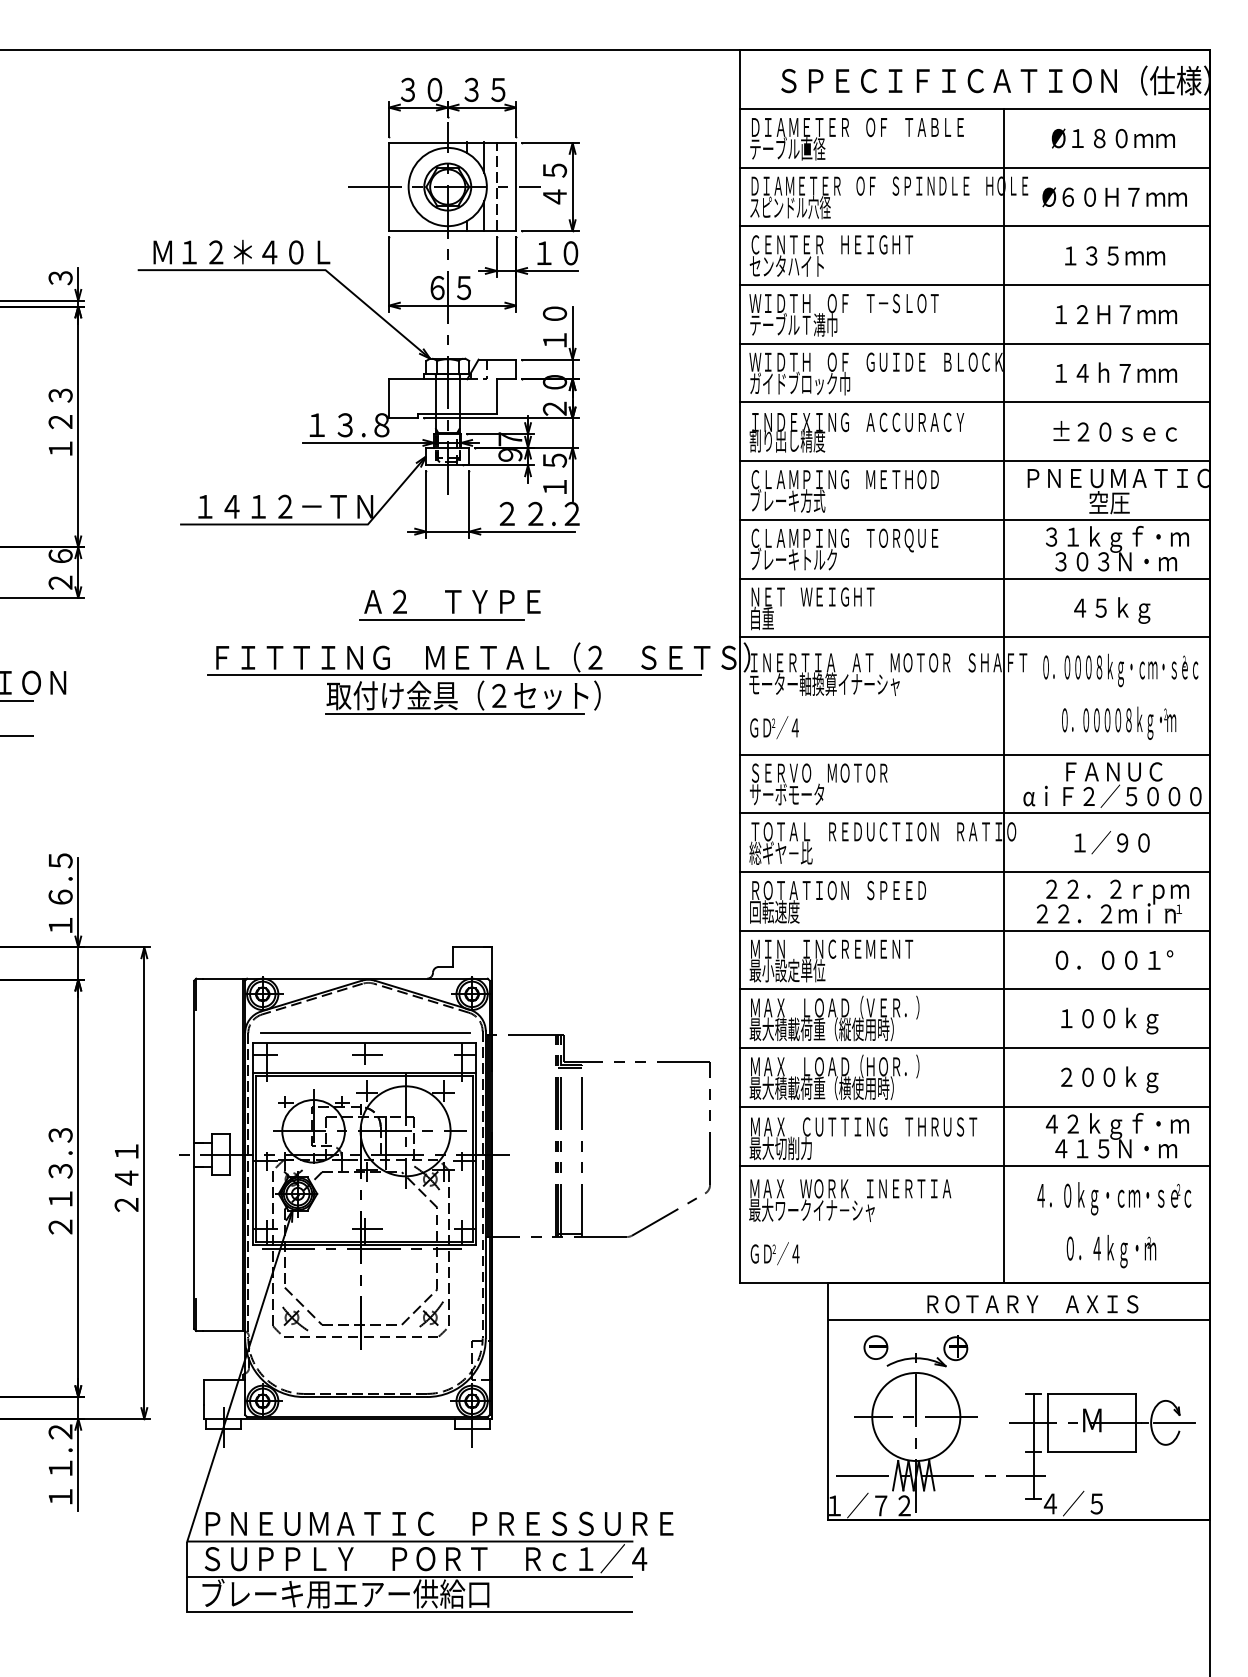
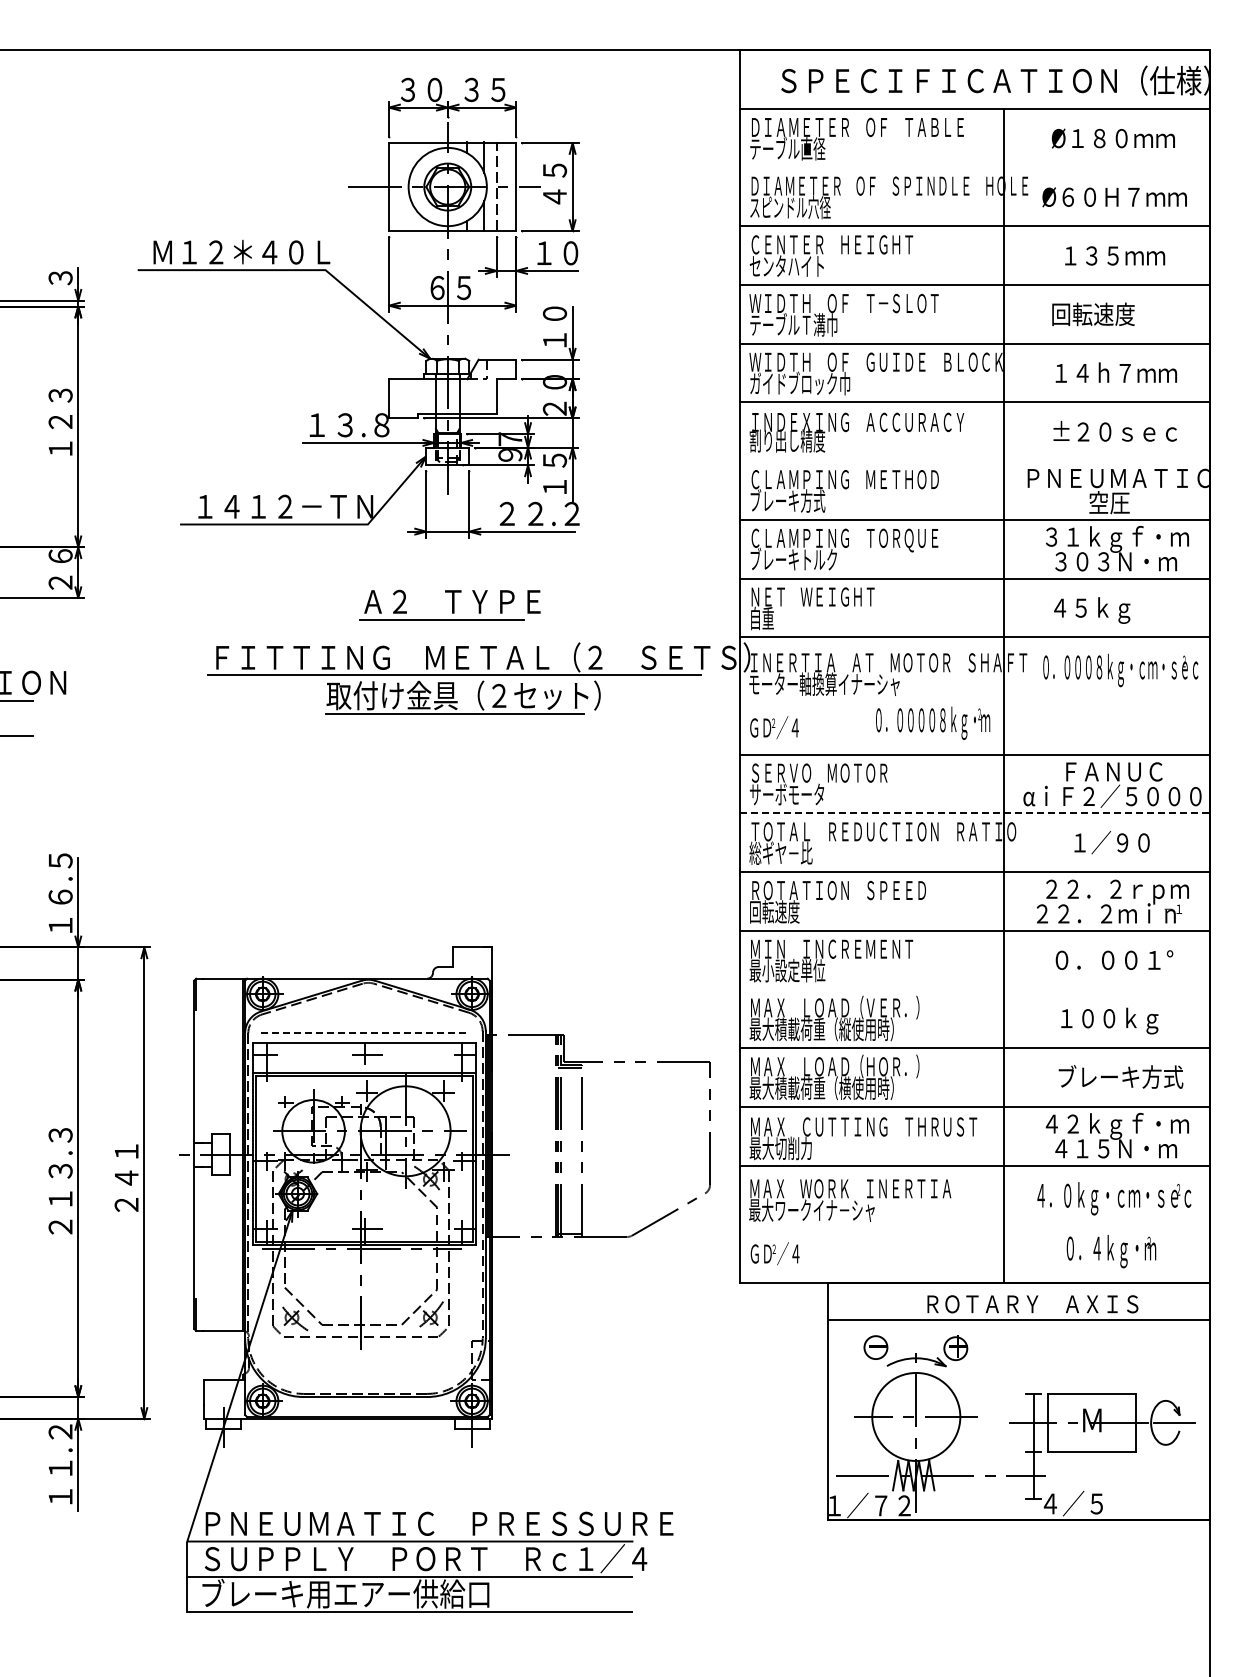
line at (974, 167): present -> none
text at (1114, 314): １２Ｈ７ｍｍ -> 回転速度
line at (974, 461): present -> none
text at (1112, 610) position: (1112, 610) -> (1092, 610)
text at (1119, 722) position: (1119, 722) -> (933, 722)
line at (975, 813): solid -> dashed
line at (974, 989): present -> none
line at (365, 1033): solid -> dashed
text at (1120, 1079): ２００ｋｇ -> ブレーキ方式
